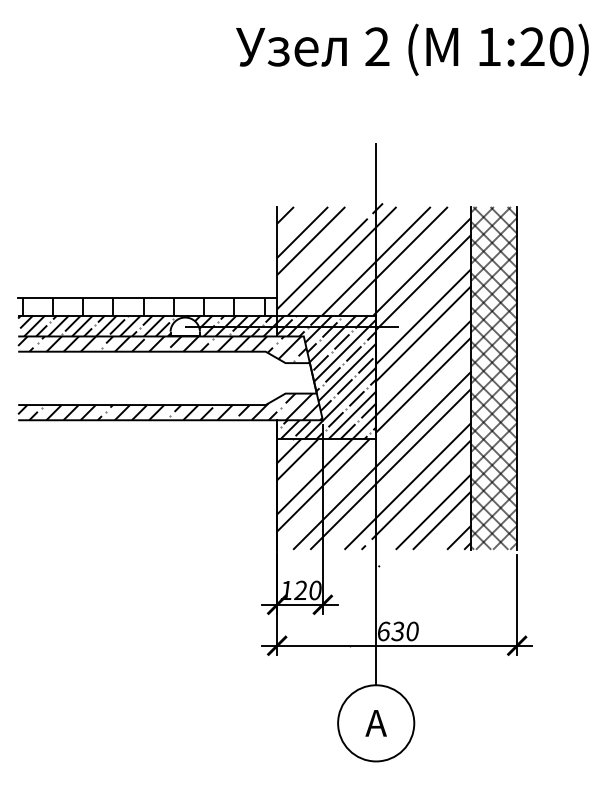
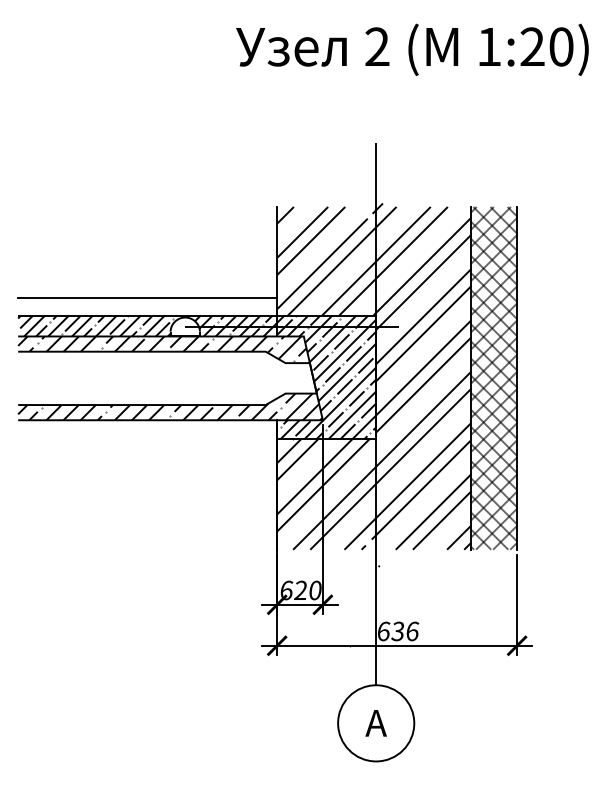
hatch at (143, 306): present -> none
text at (286, 590): 120 -> 620
text at (412, 631): 630 -> 636
